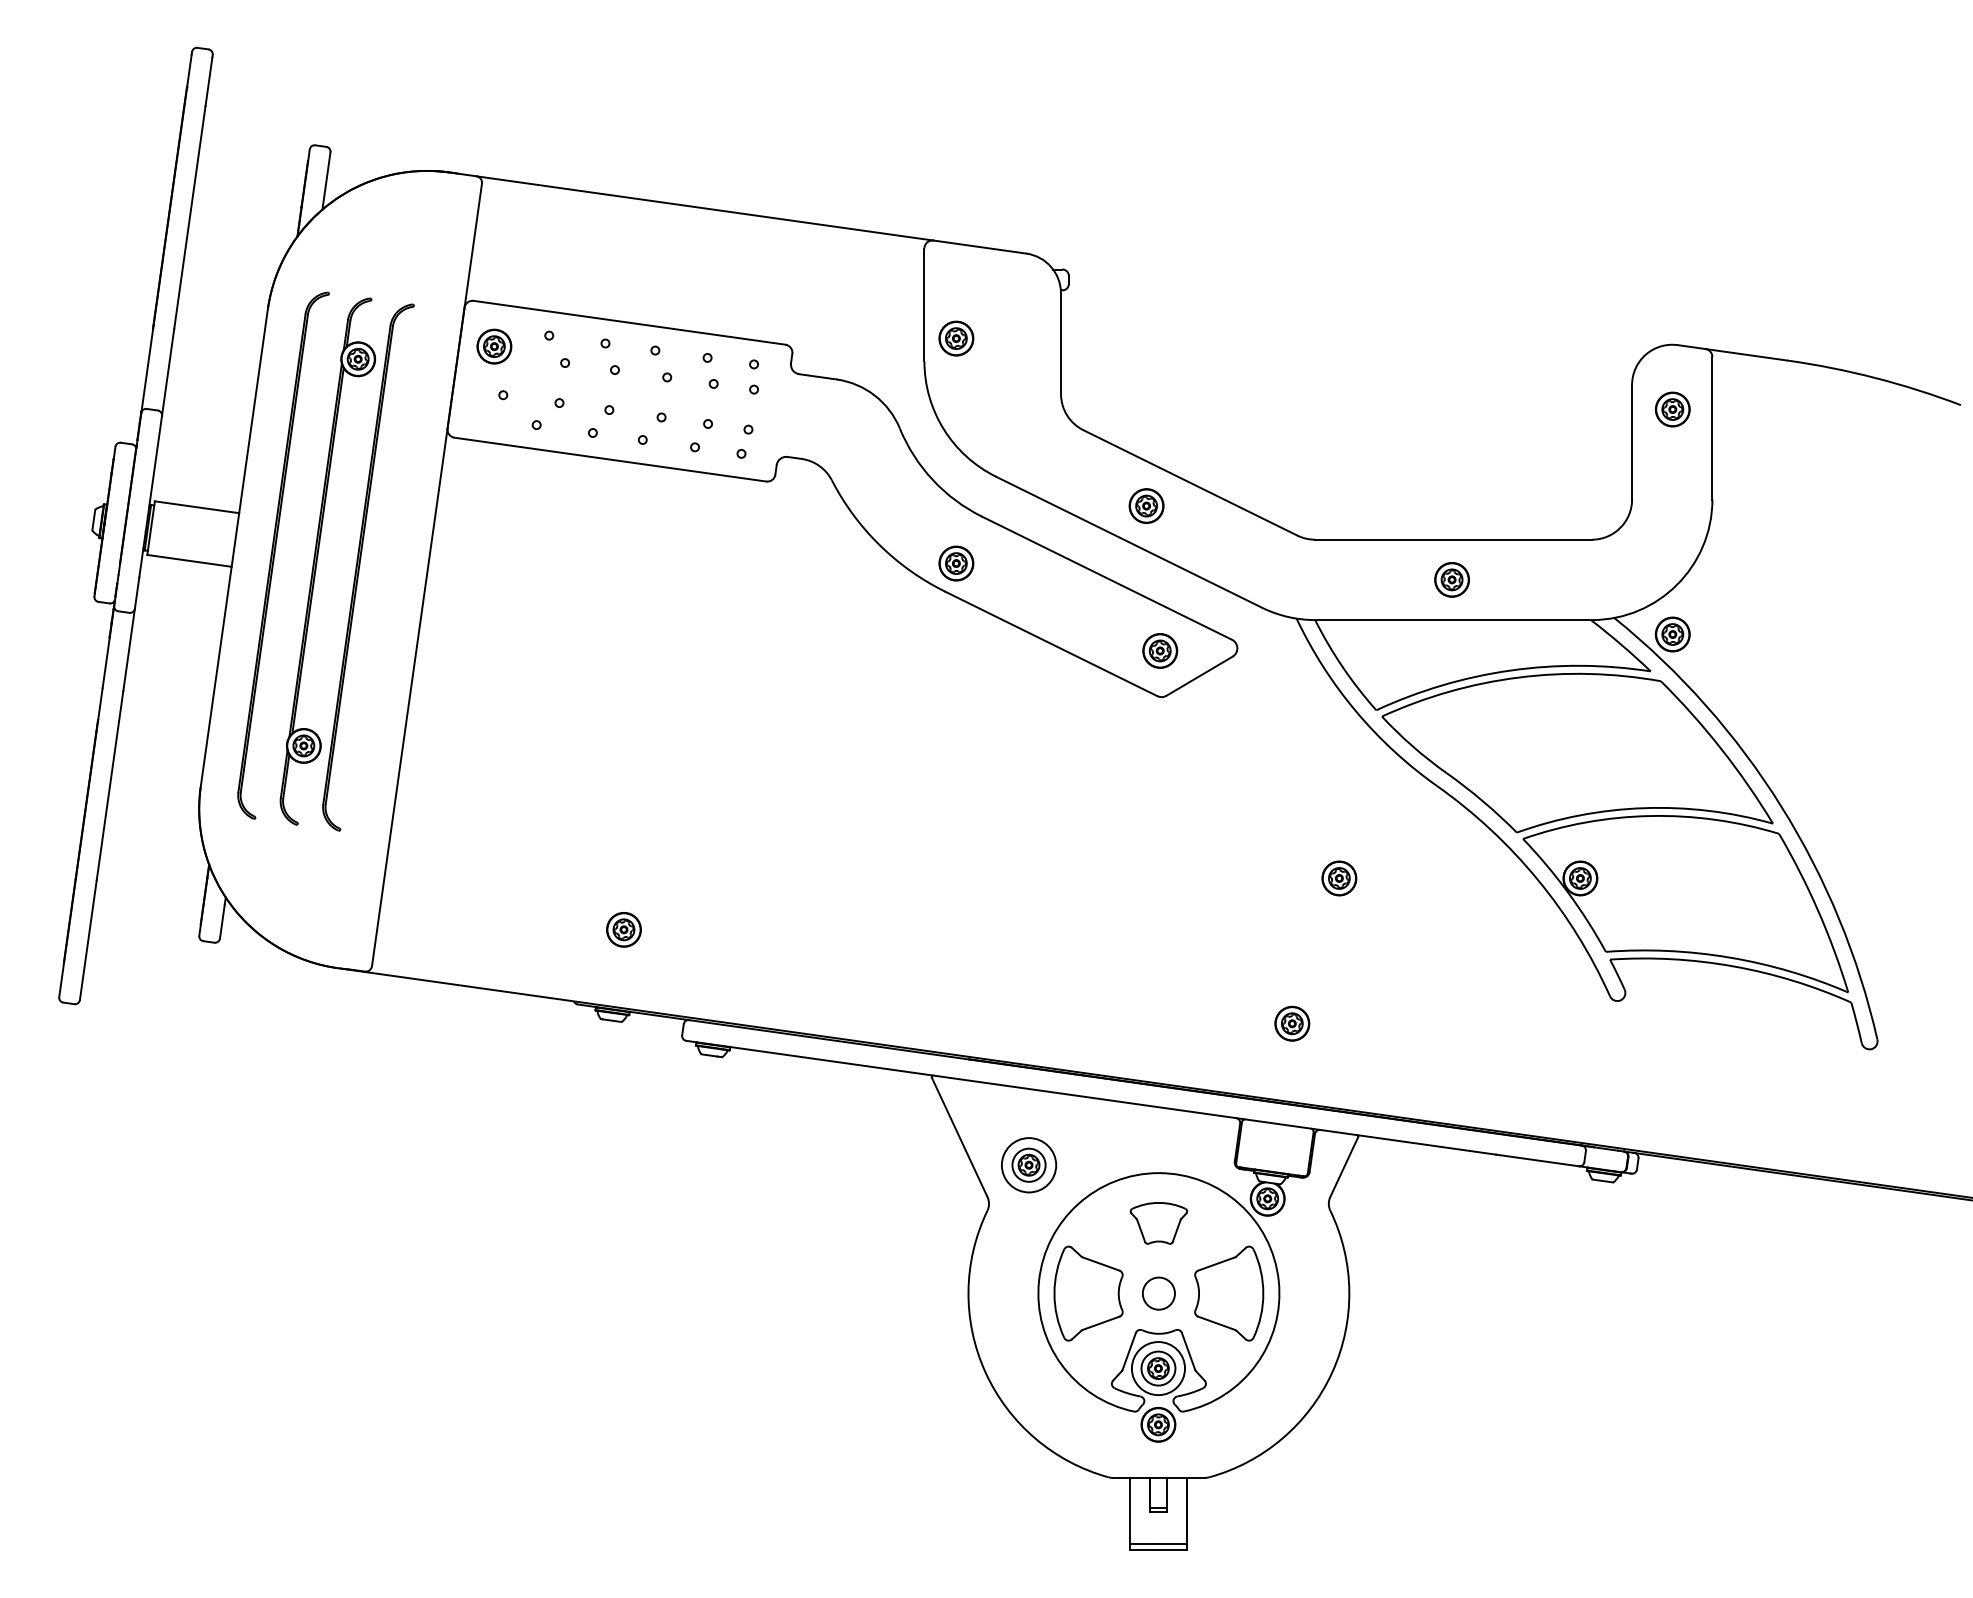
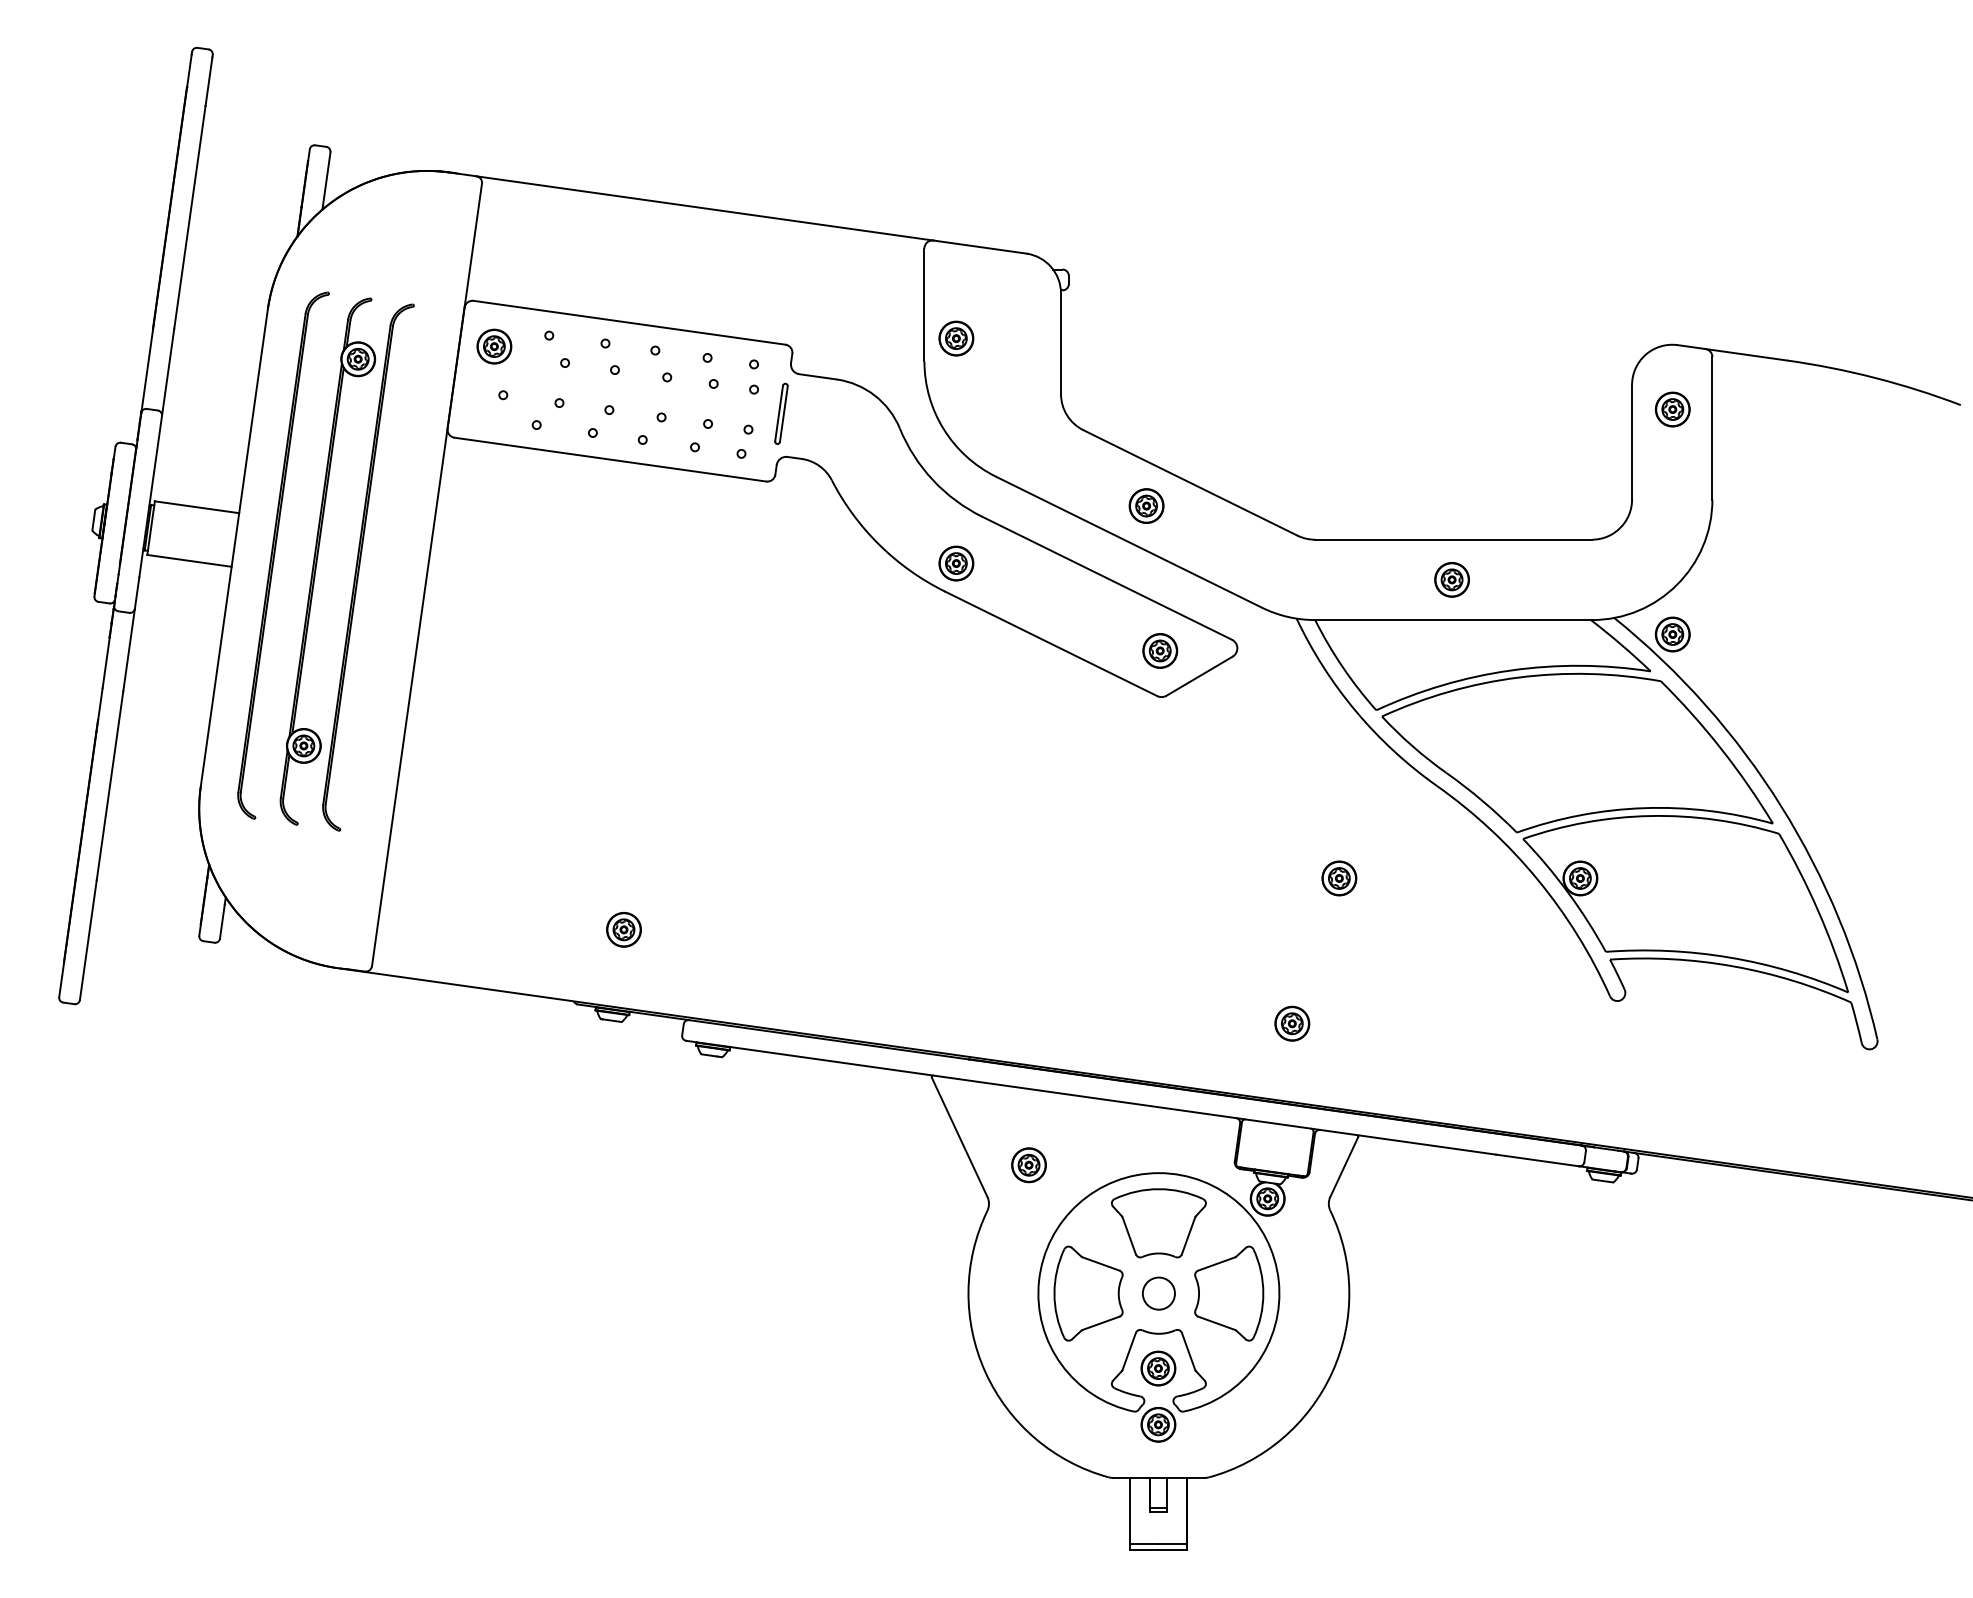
part at (781, 413): none -> present
circle at (1028, 1165) diameter: 54 px -> 34 px
part at (1158, 1223) size: 60x43 px -> 96x71 px
circle at (1158, 1368) diameter: 53 px -> 33 px
